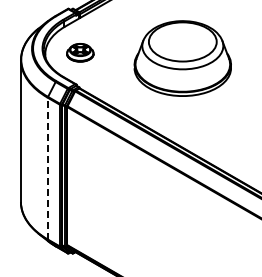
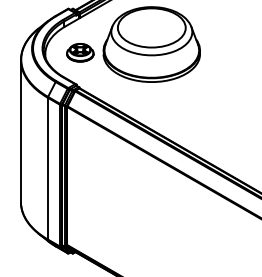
part at (182, 58) position: (182, 58) -> (151, 44)
line at (47, 168): dashed -> solid
